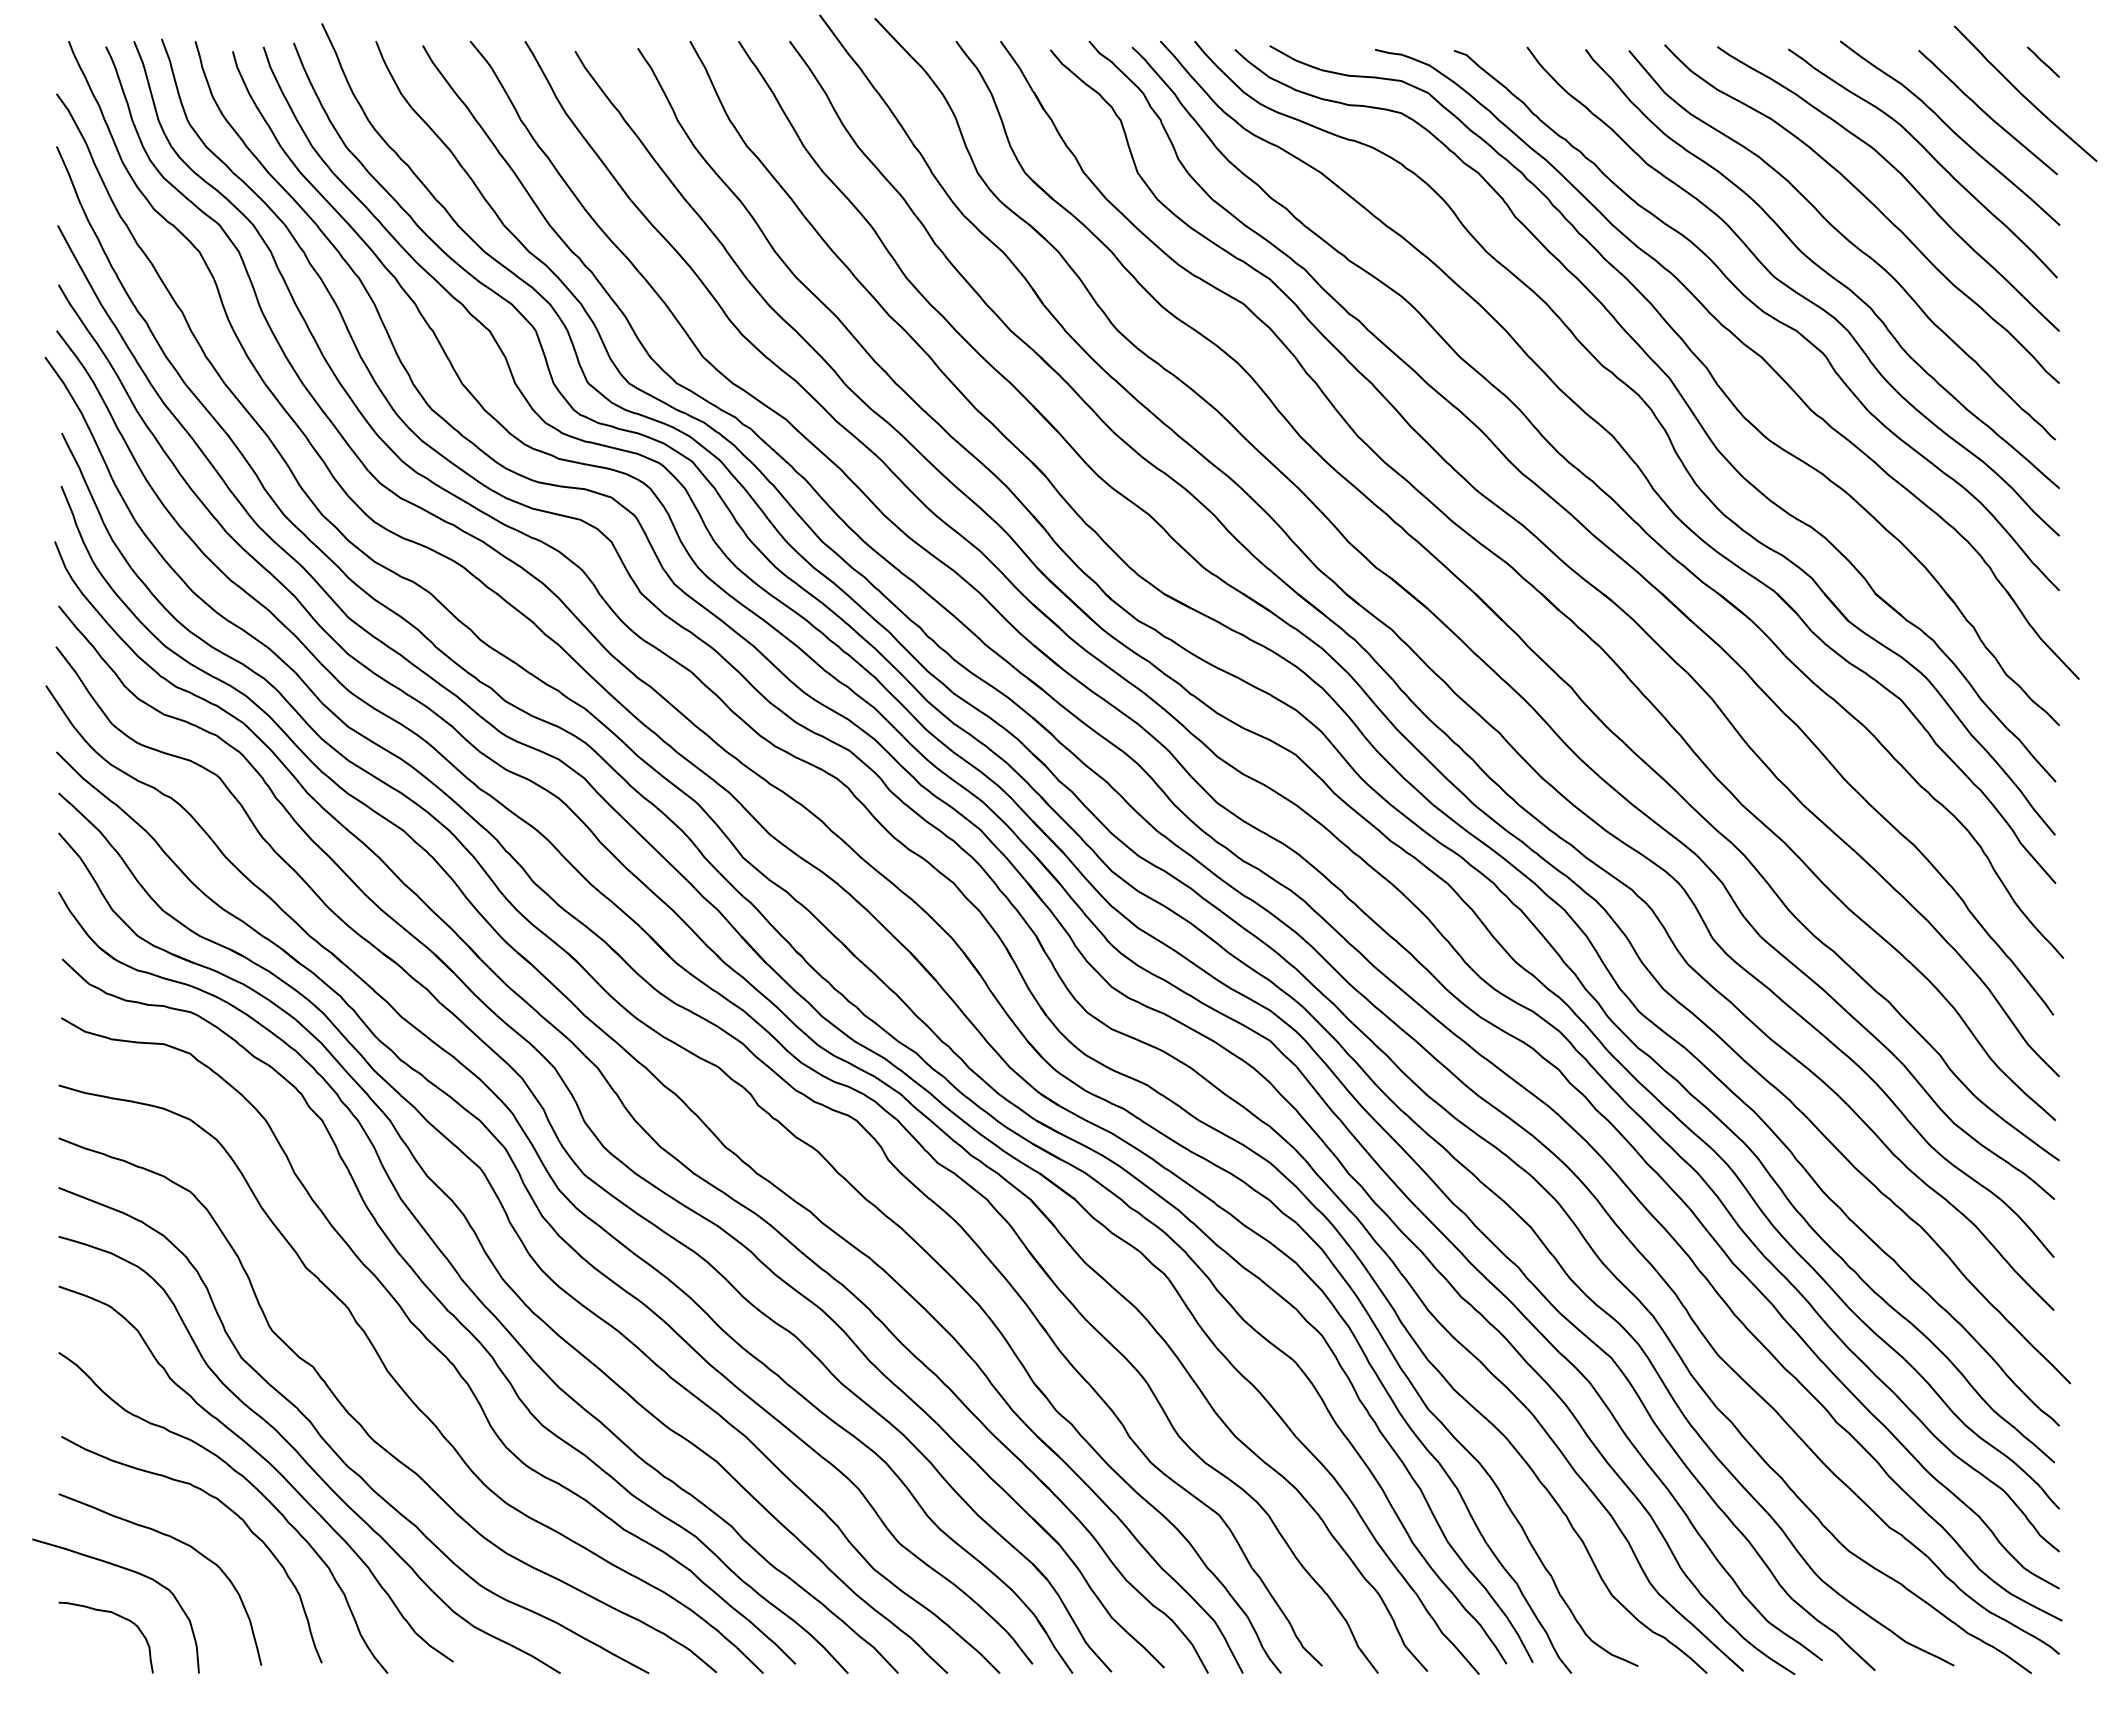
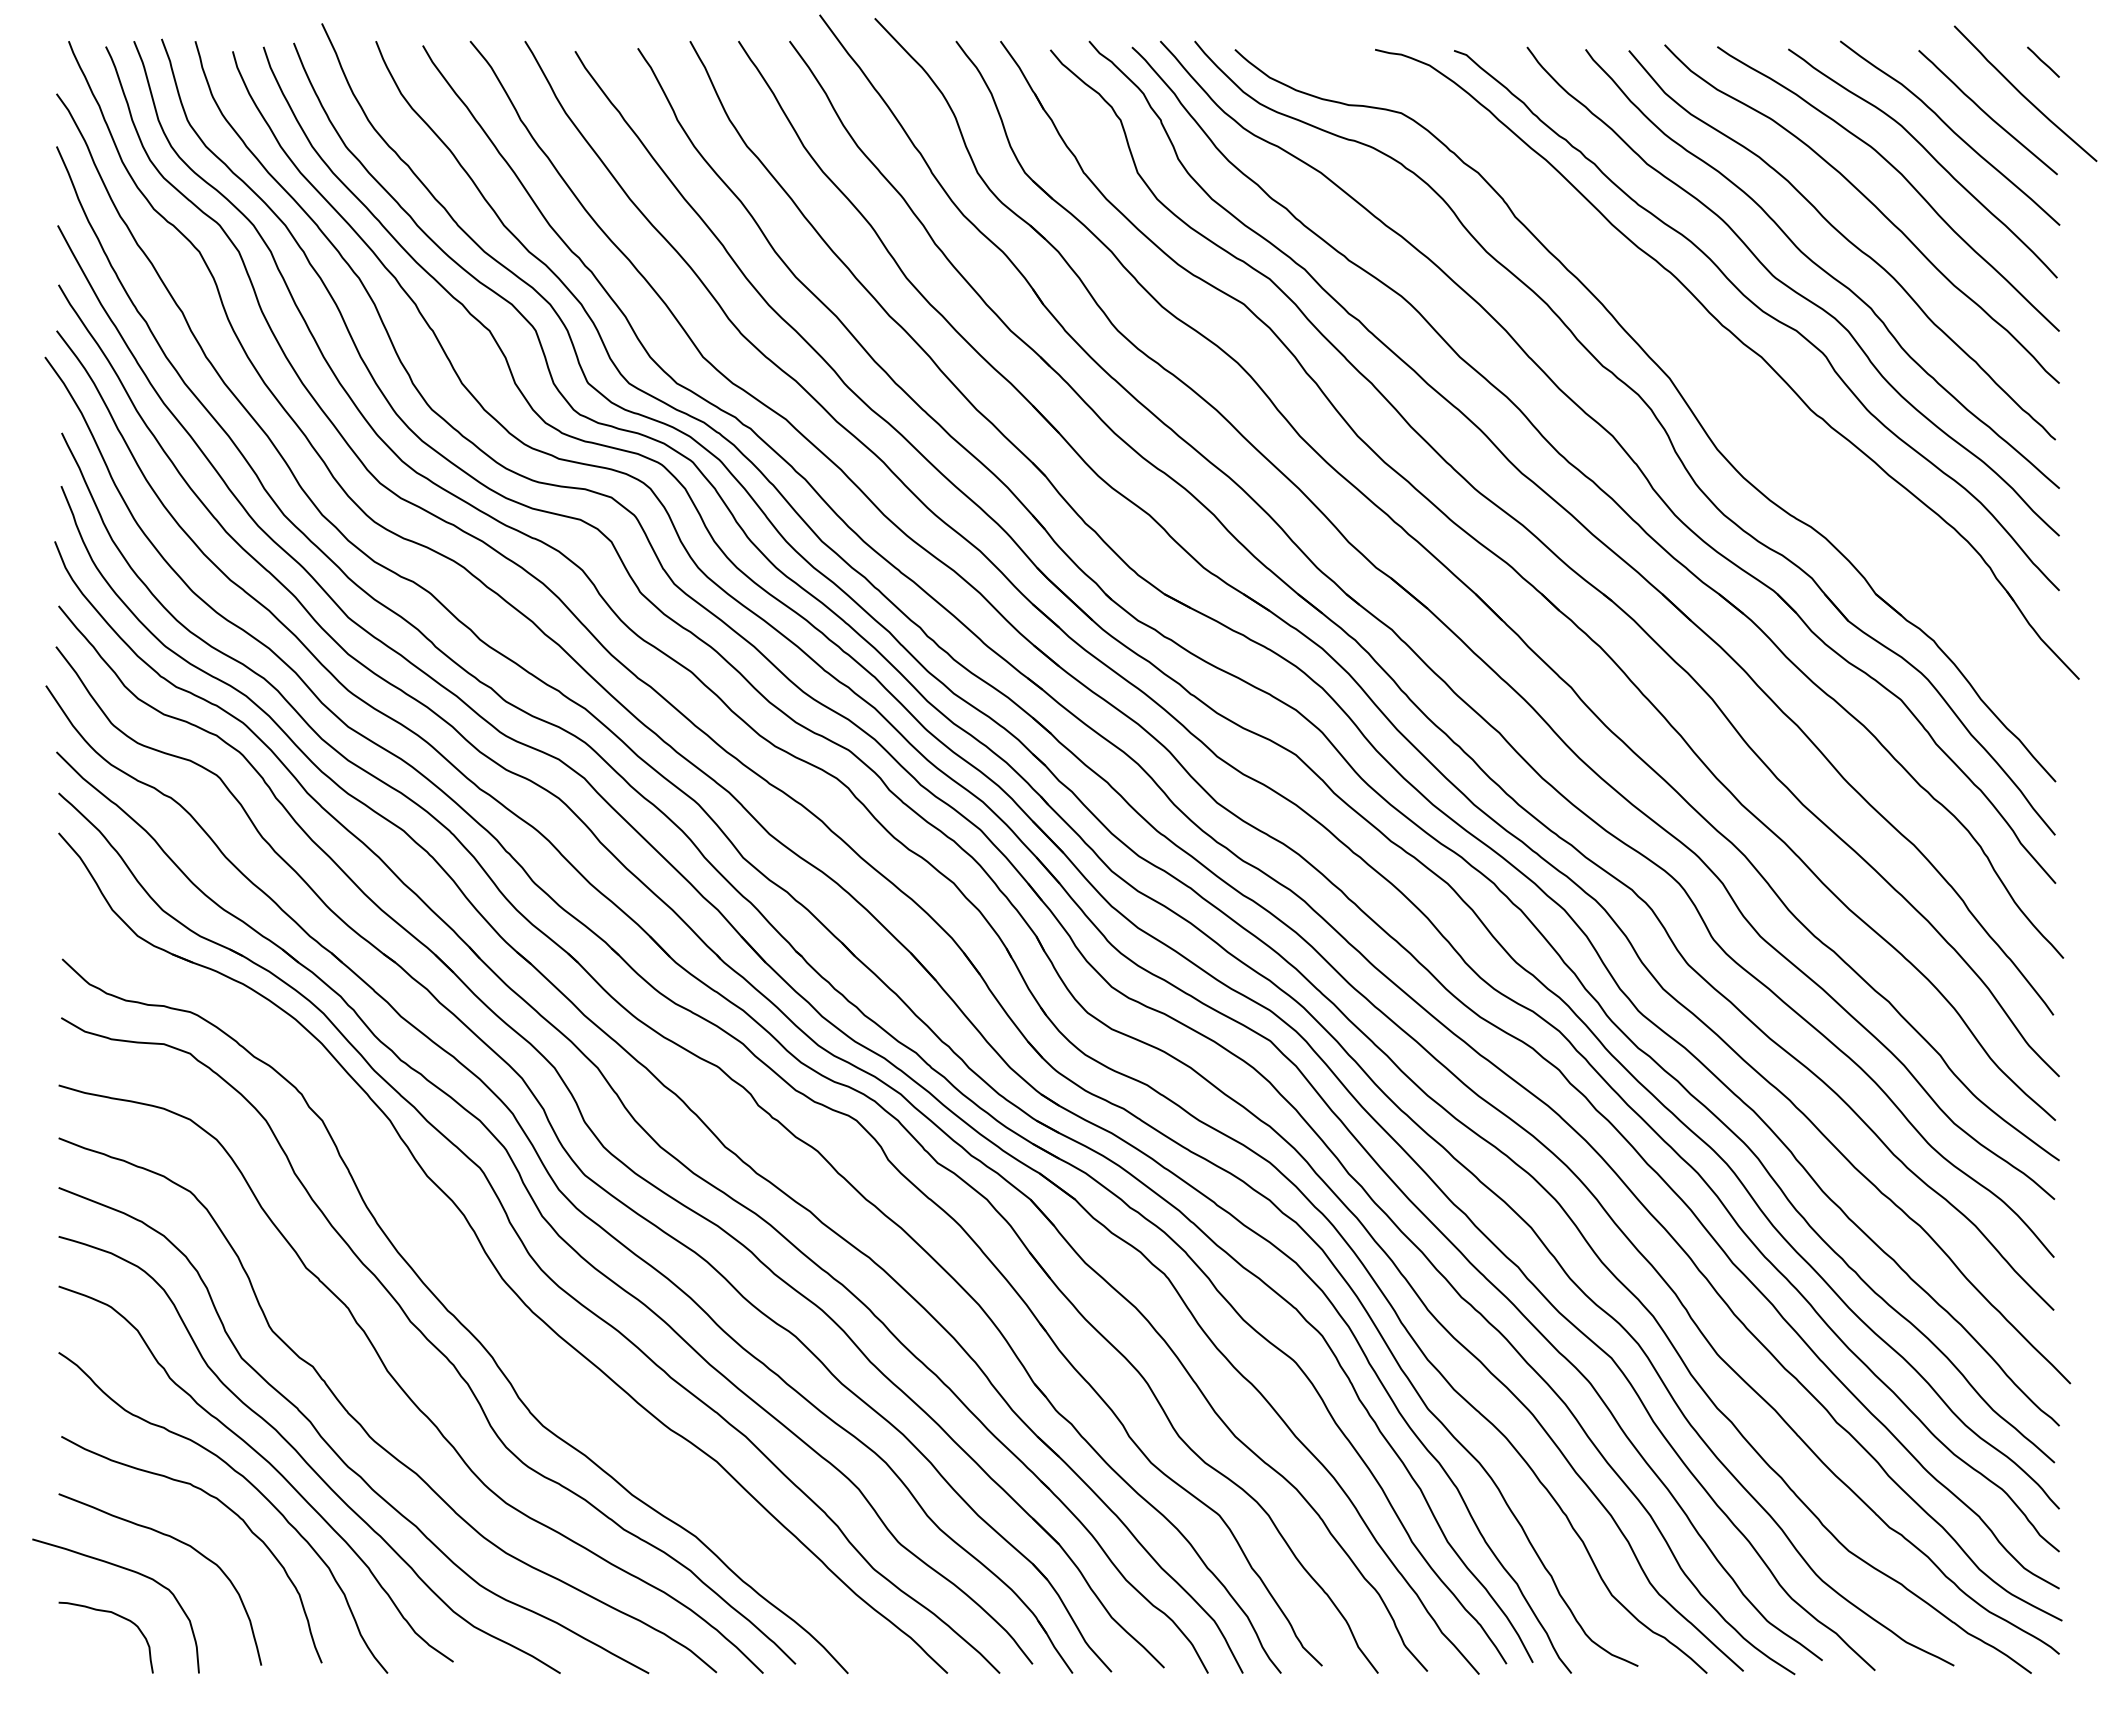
part at (1693, 355): present -> none
part at (469, 1286): present -> none
